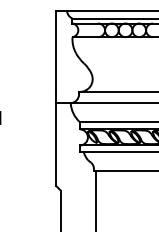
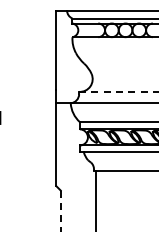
line at (119, 91): solid -> dashed
line at (60, 211): solid -> dashed
